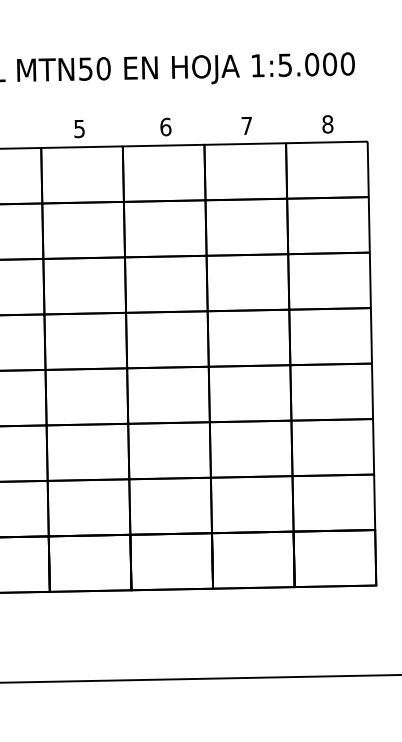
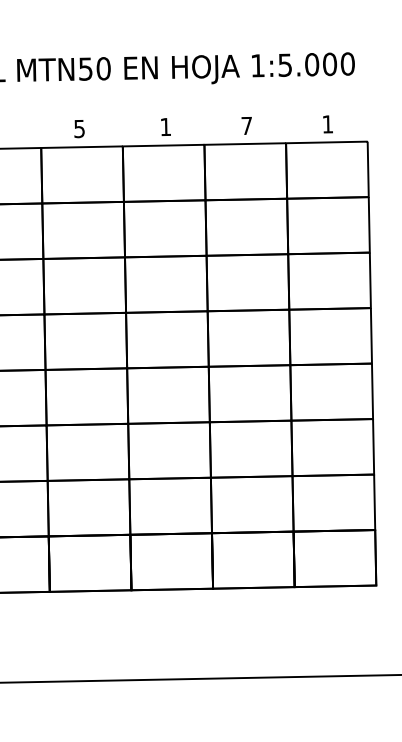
text at (327, 124): 8 -> 1
text at (165, 126): 6 -> 1
